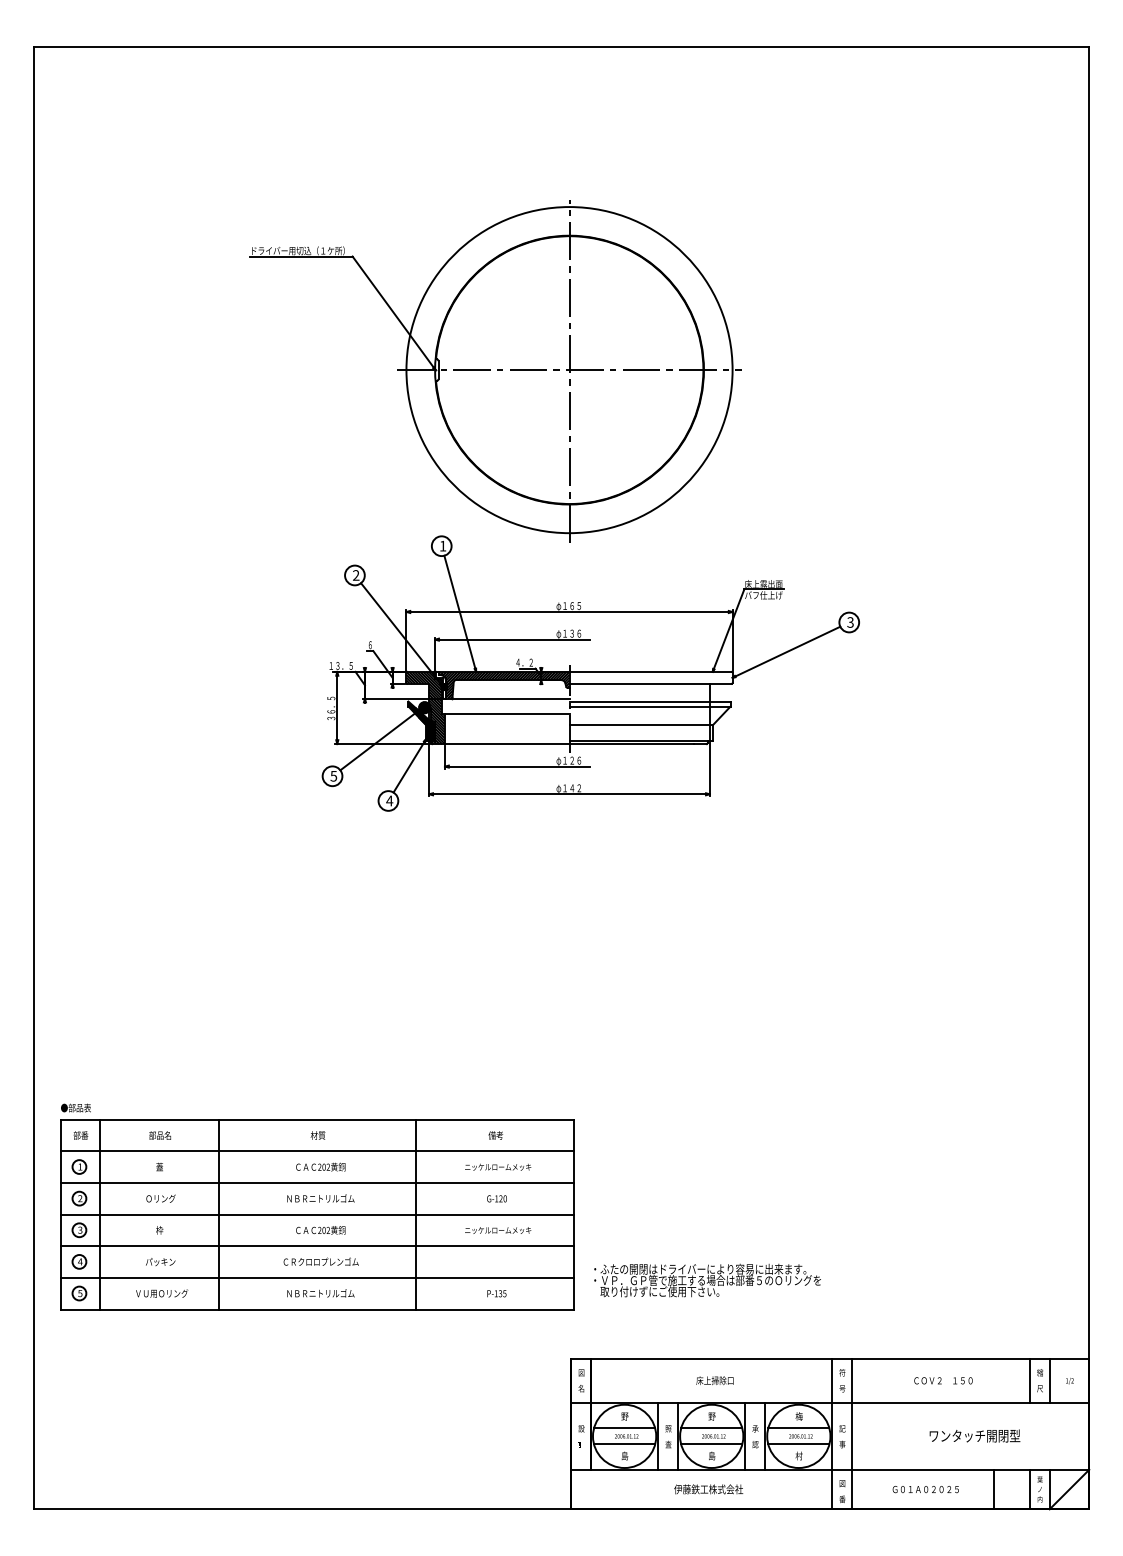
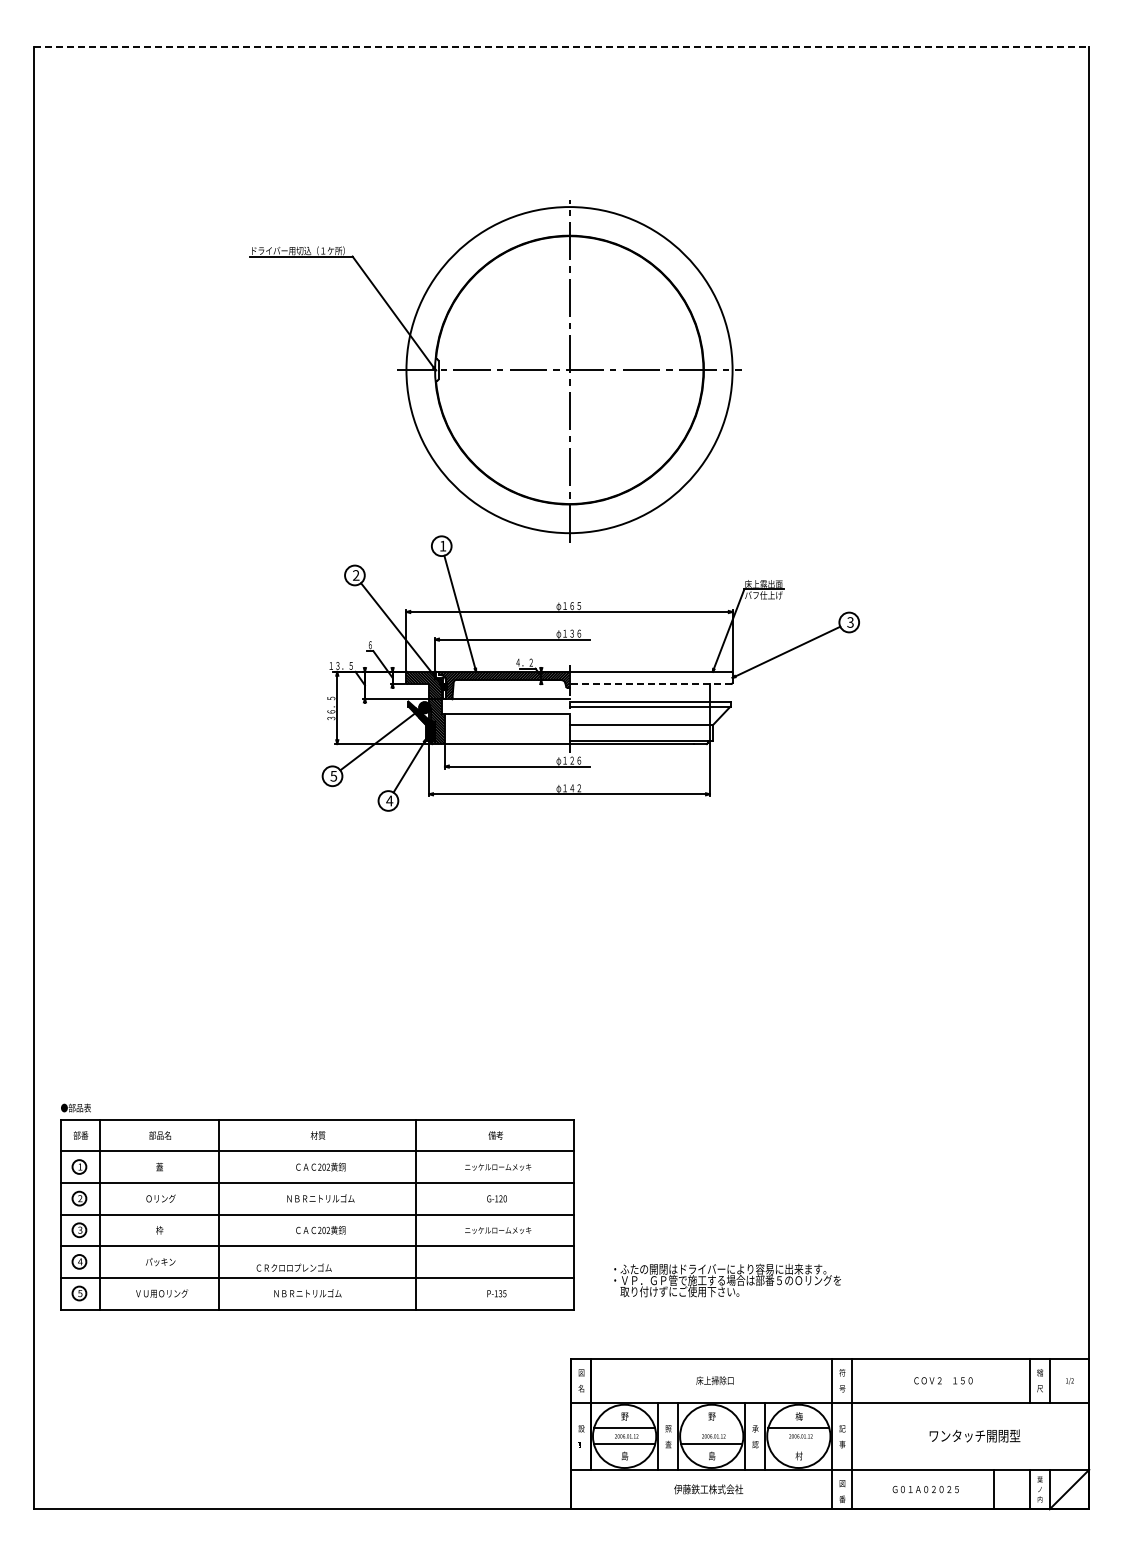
line at (561, 46): solid -> dashed
line at (650, 683): solid -> dashed
text at (320, 1261) position: (320, 1261) -> (293, 1267)
text at (707, 1280) position: (707, 1280) -> (727, 1280)
text at (320, 1293) position: (320, 1293) -> (307, 1293)
line at (711, 1428): present -> none
line at (798, 1444): present -> none
